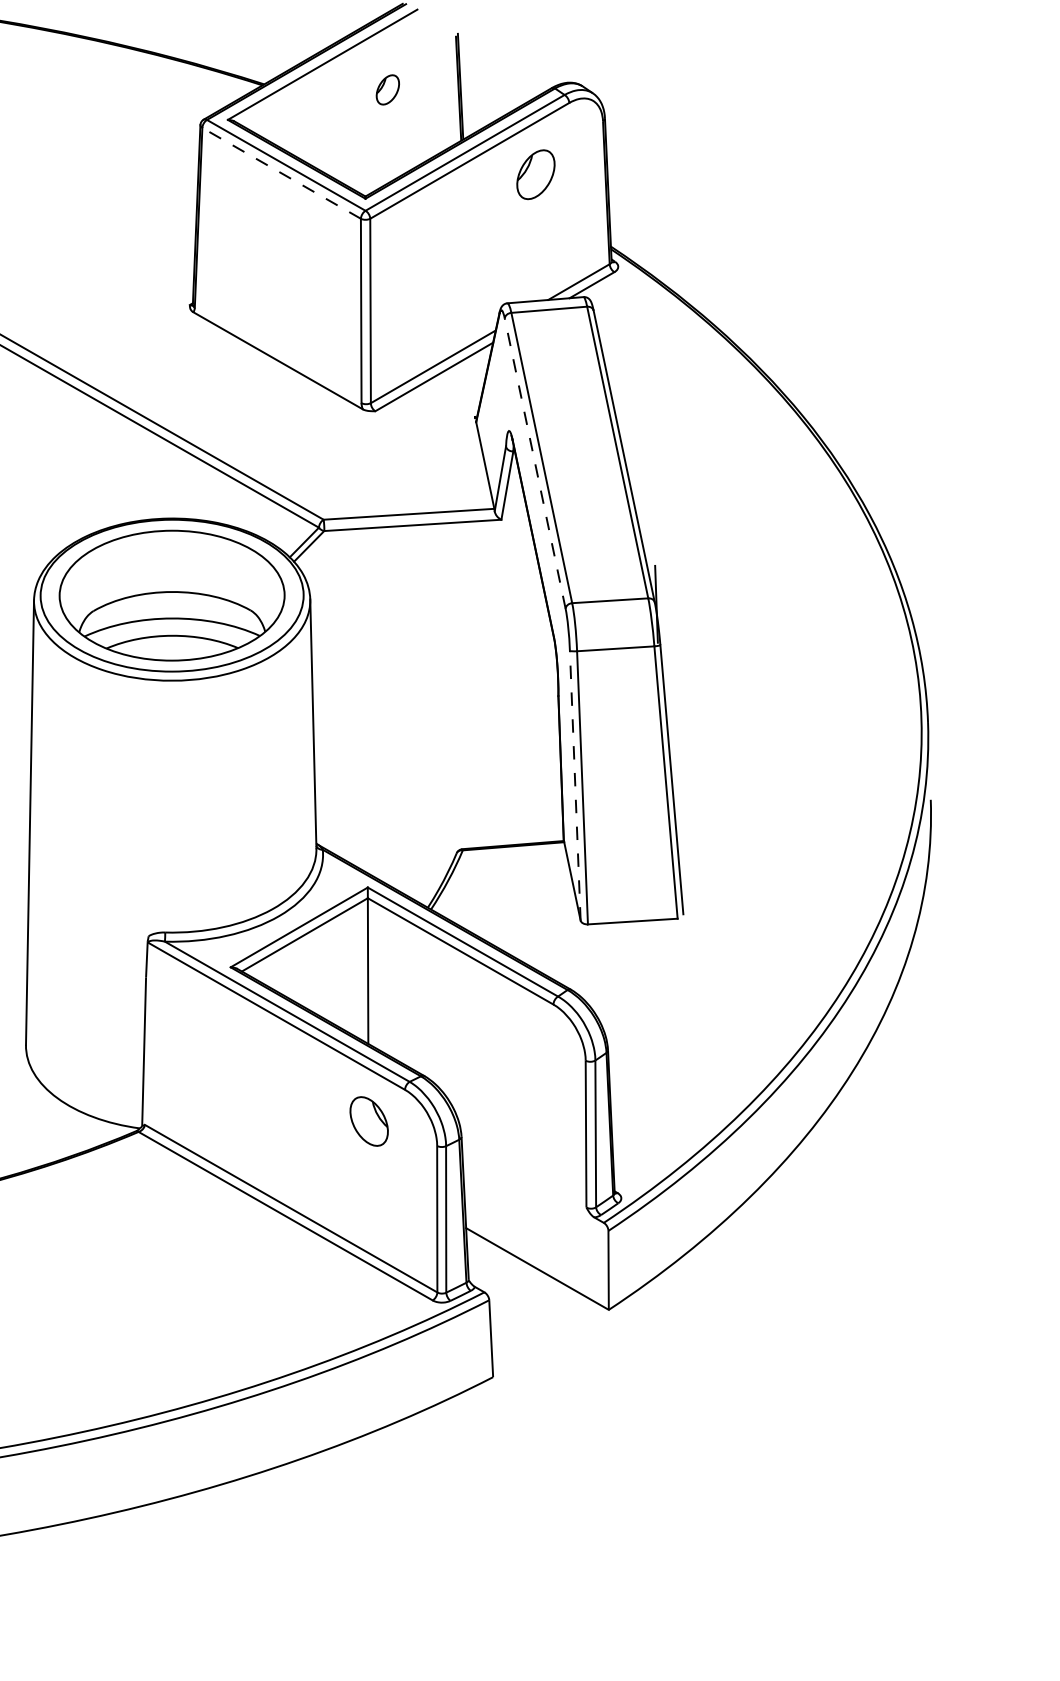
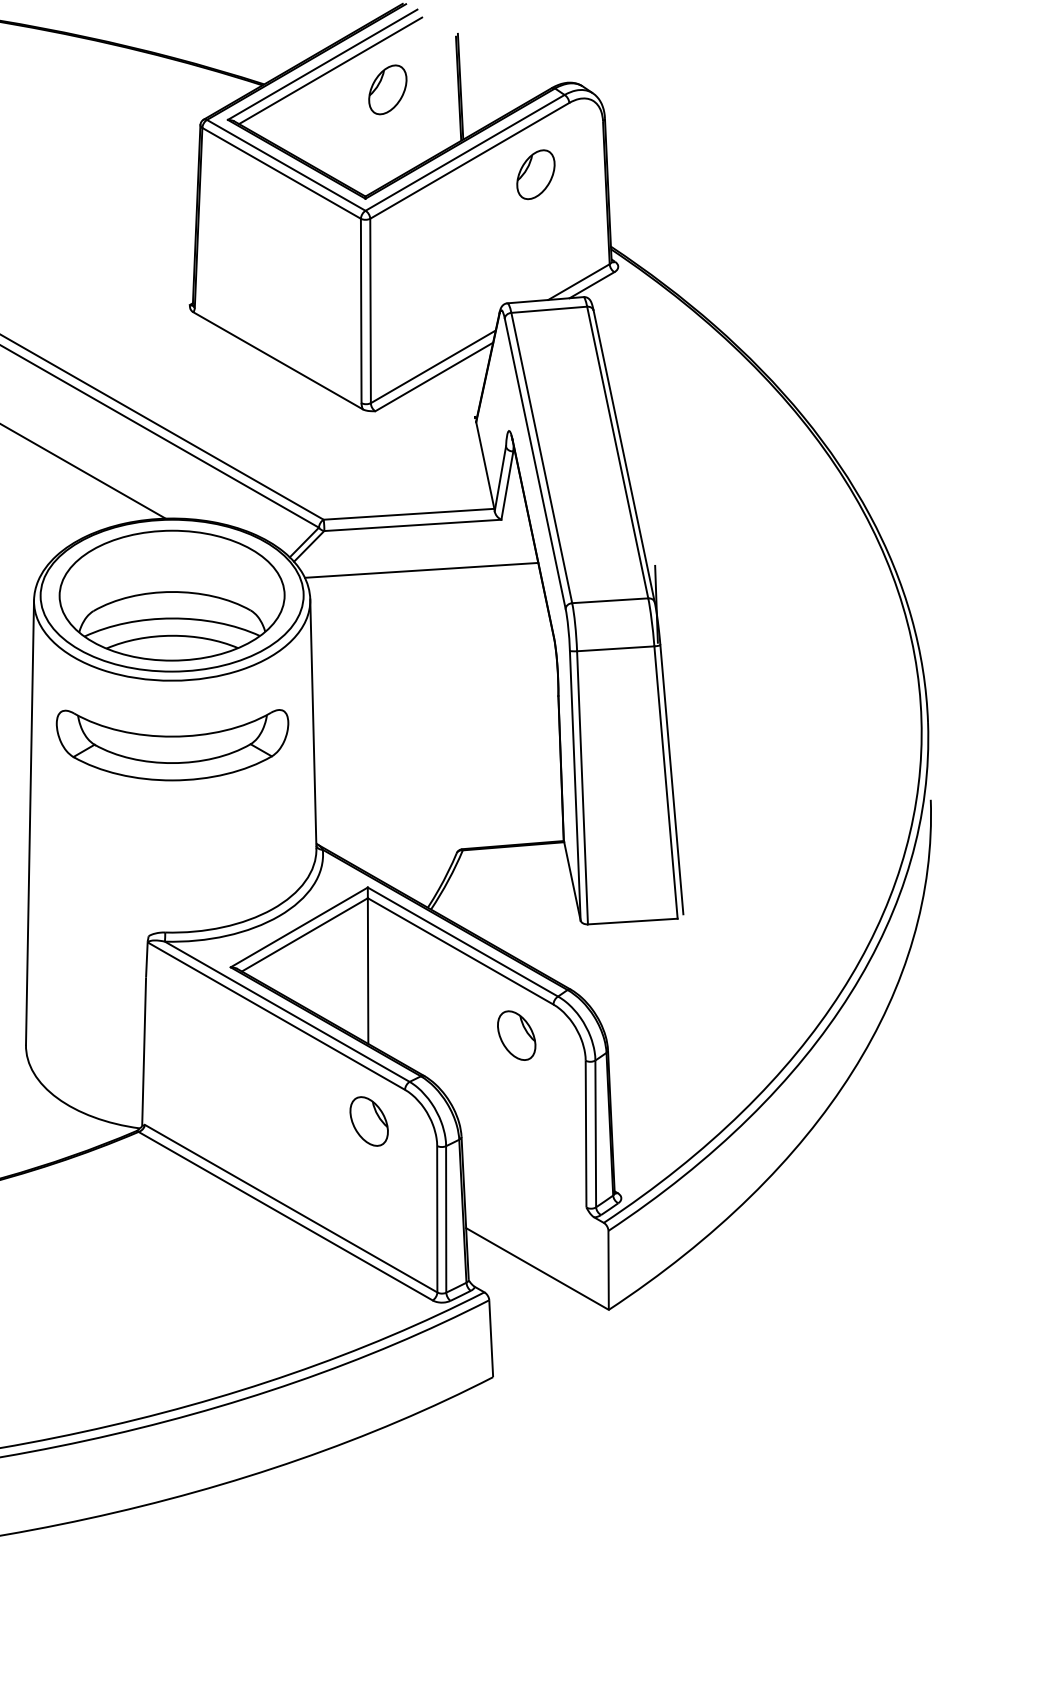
line at (330, 70): none -> present
part at (387, 89) size: 25x32 px -> 40x52 px
line at (281, 173): dashed -> solid
line at (535, 463): dashed -> solid
line at (83, 471): none -> present
line at (421, 569): none -> present
part at (172, 745): none -> present
line at (575, 785): dashed -> solid
part at (516, 1035): none -> present
